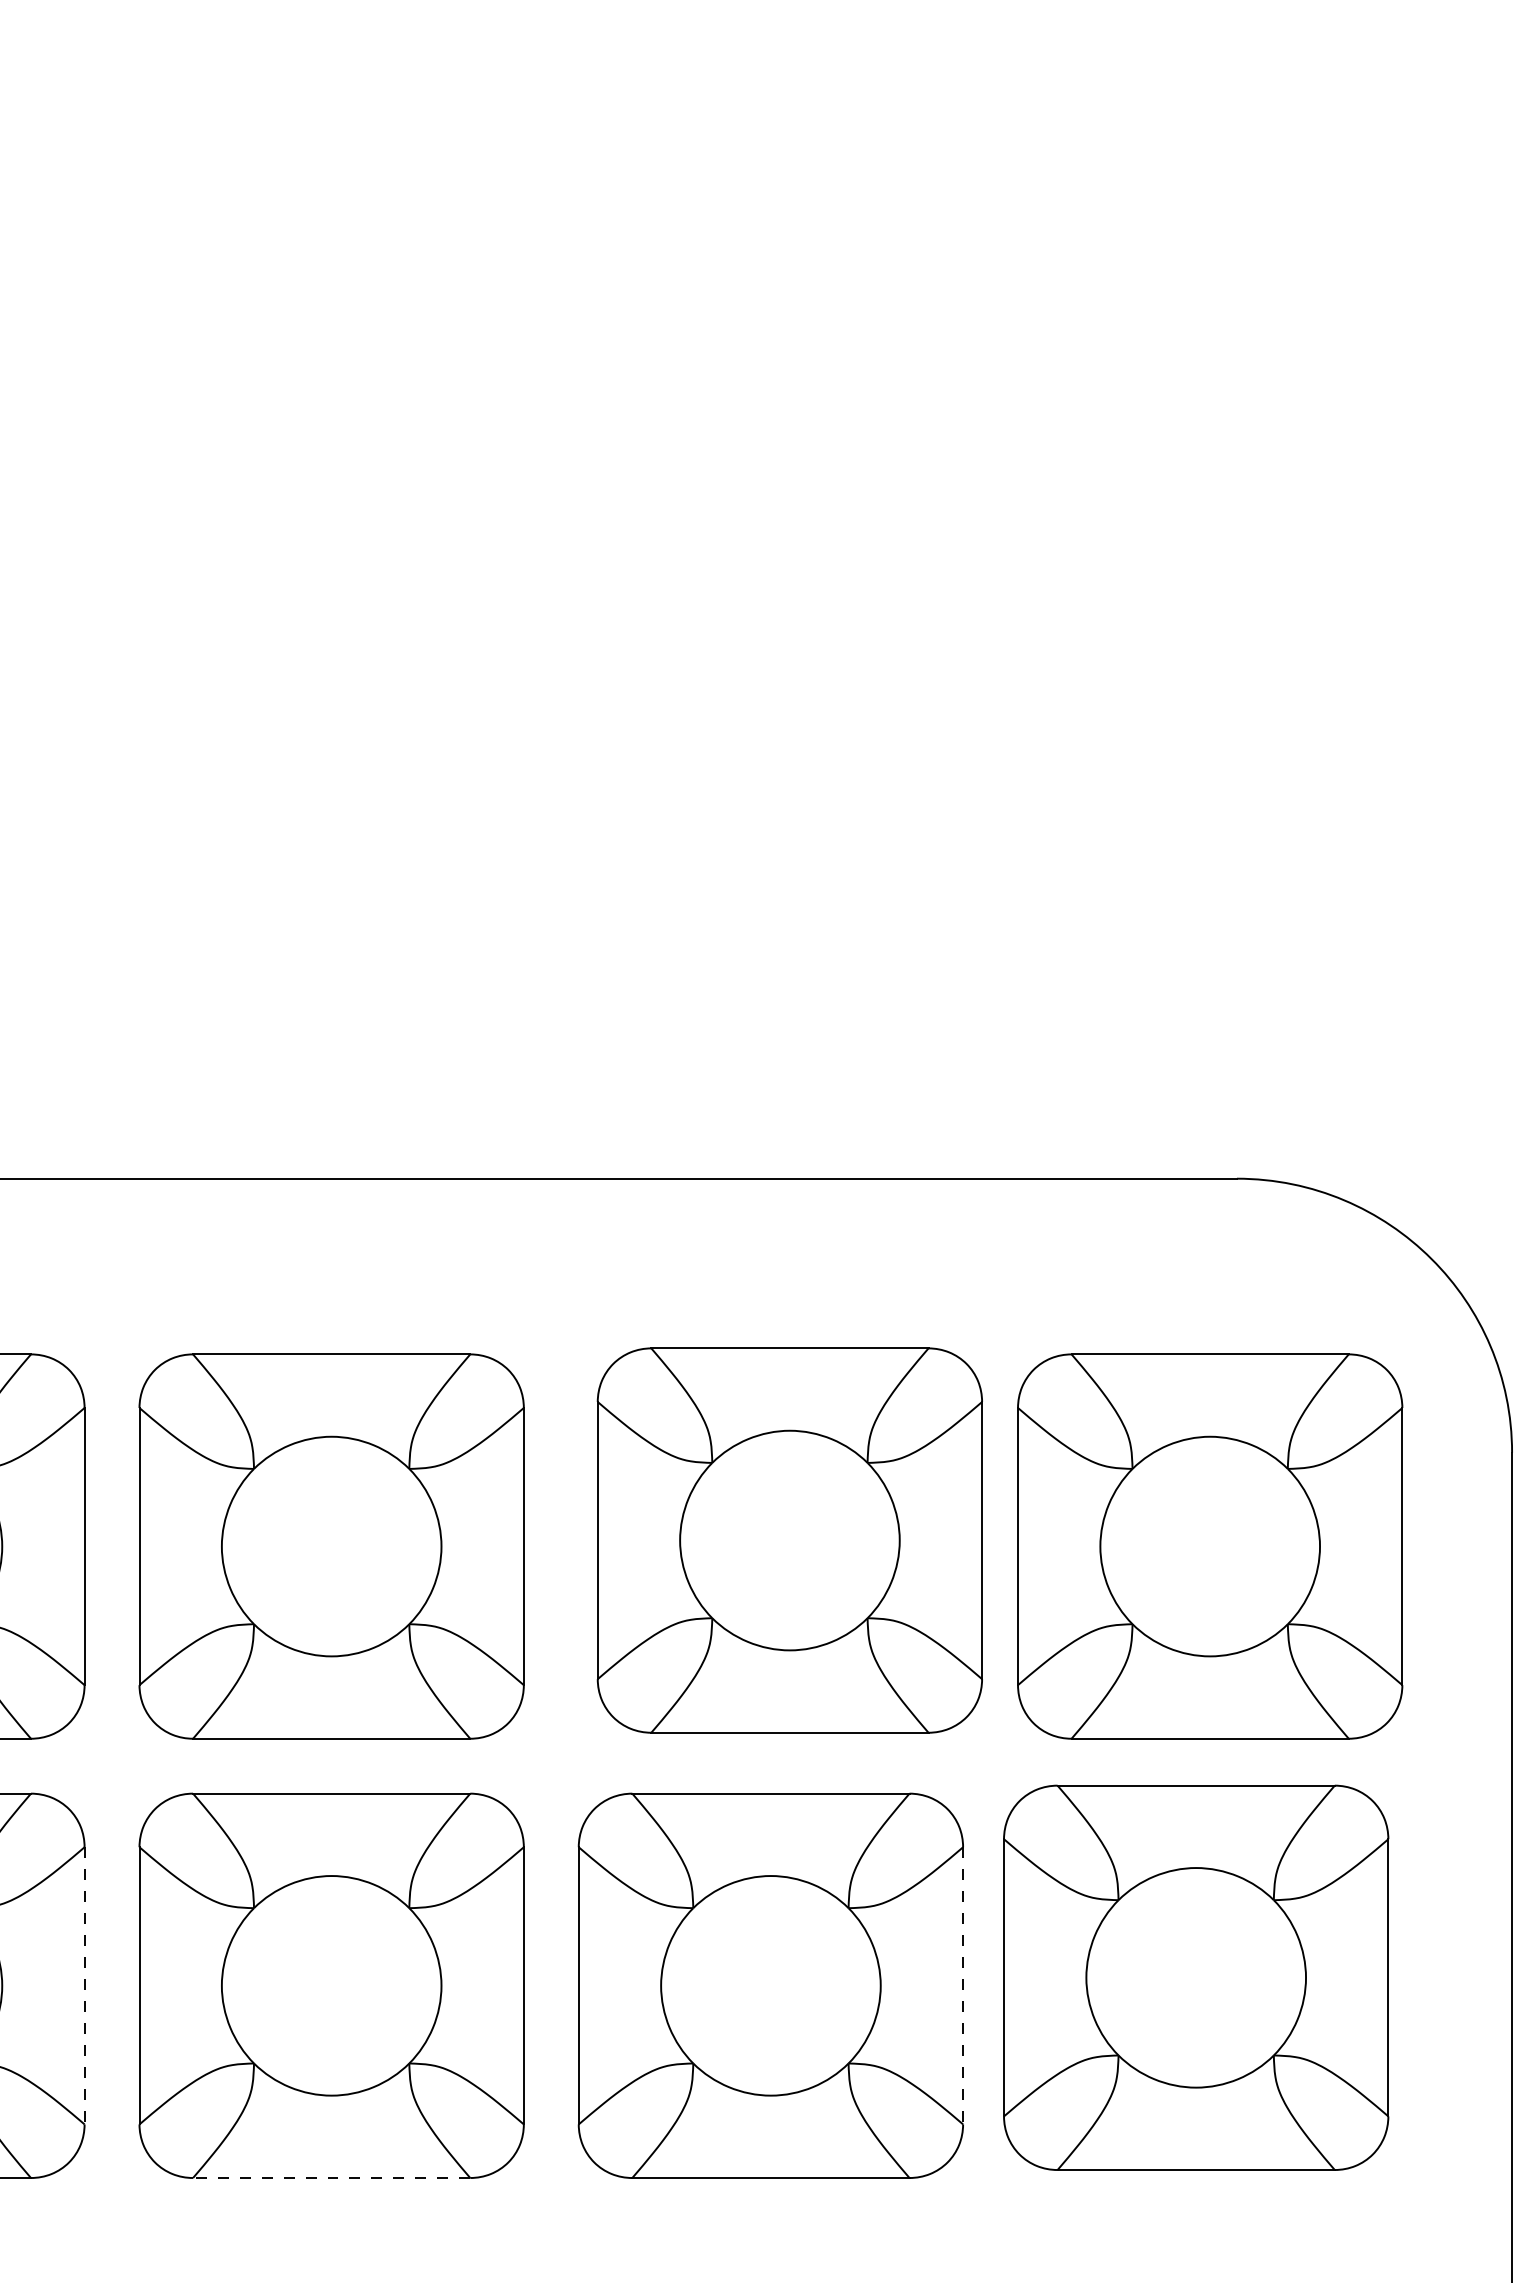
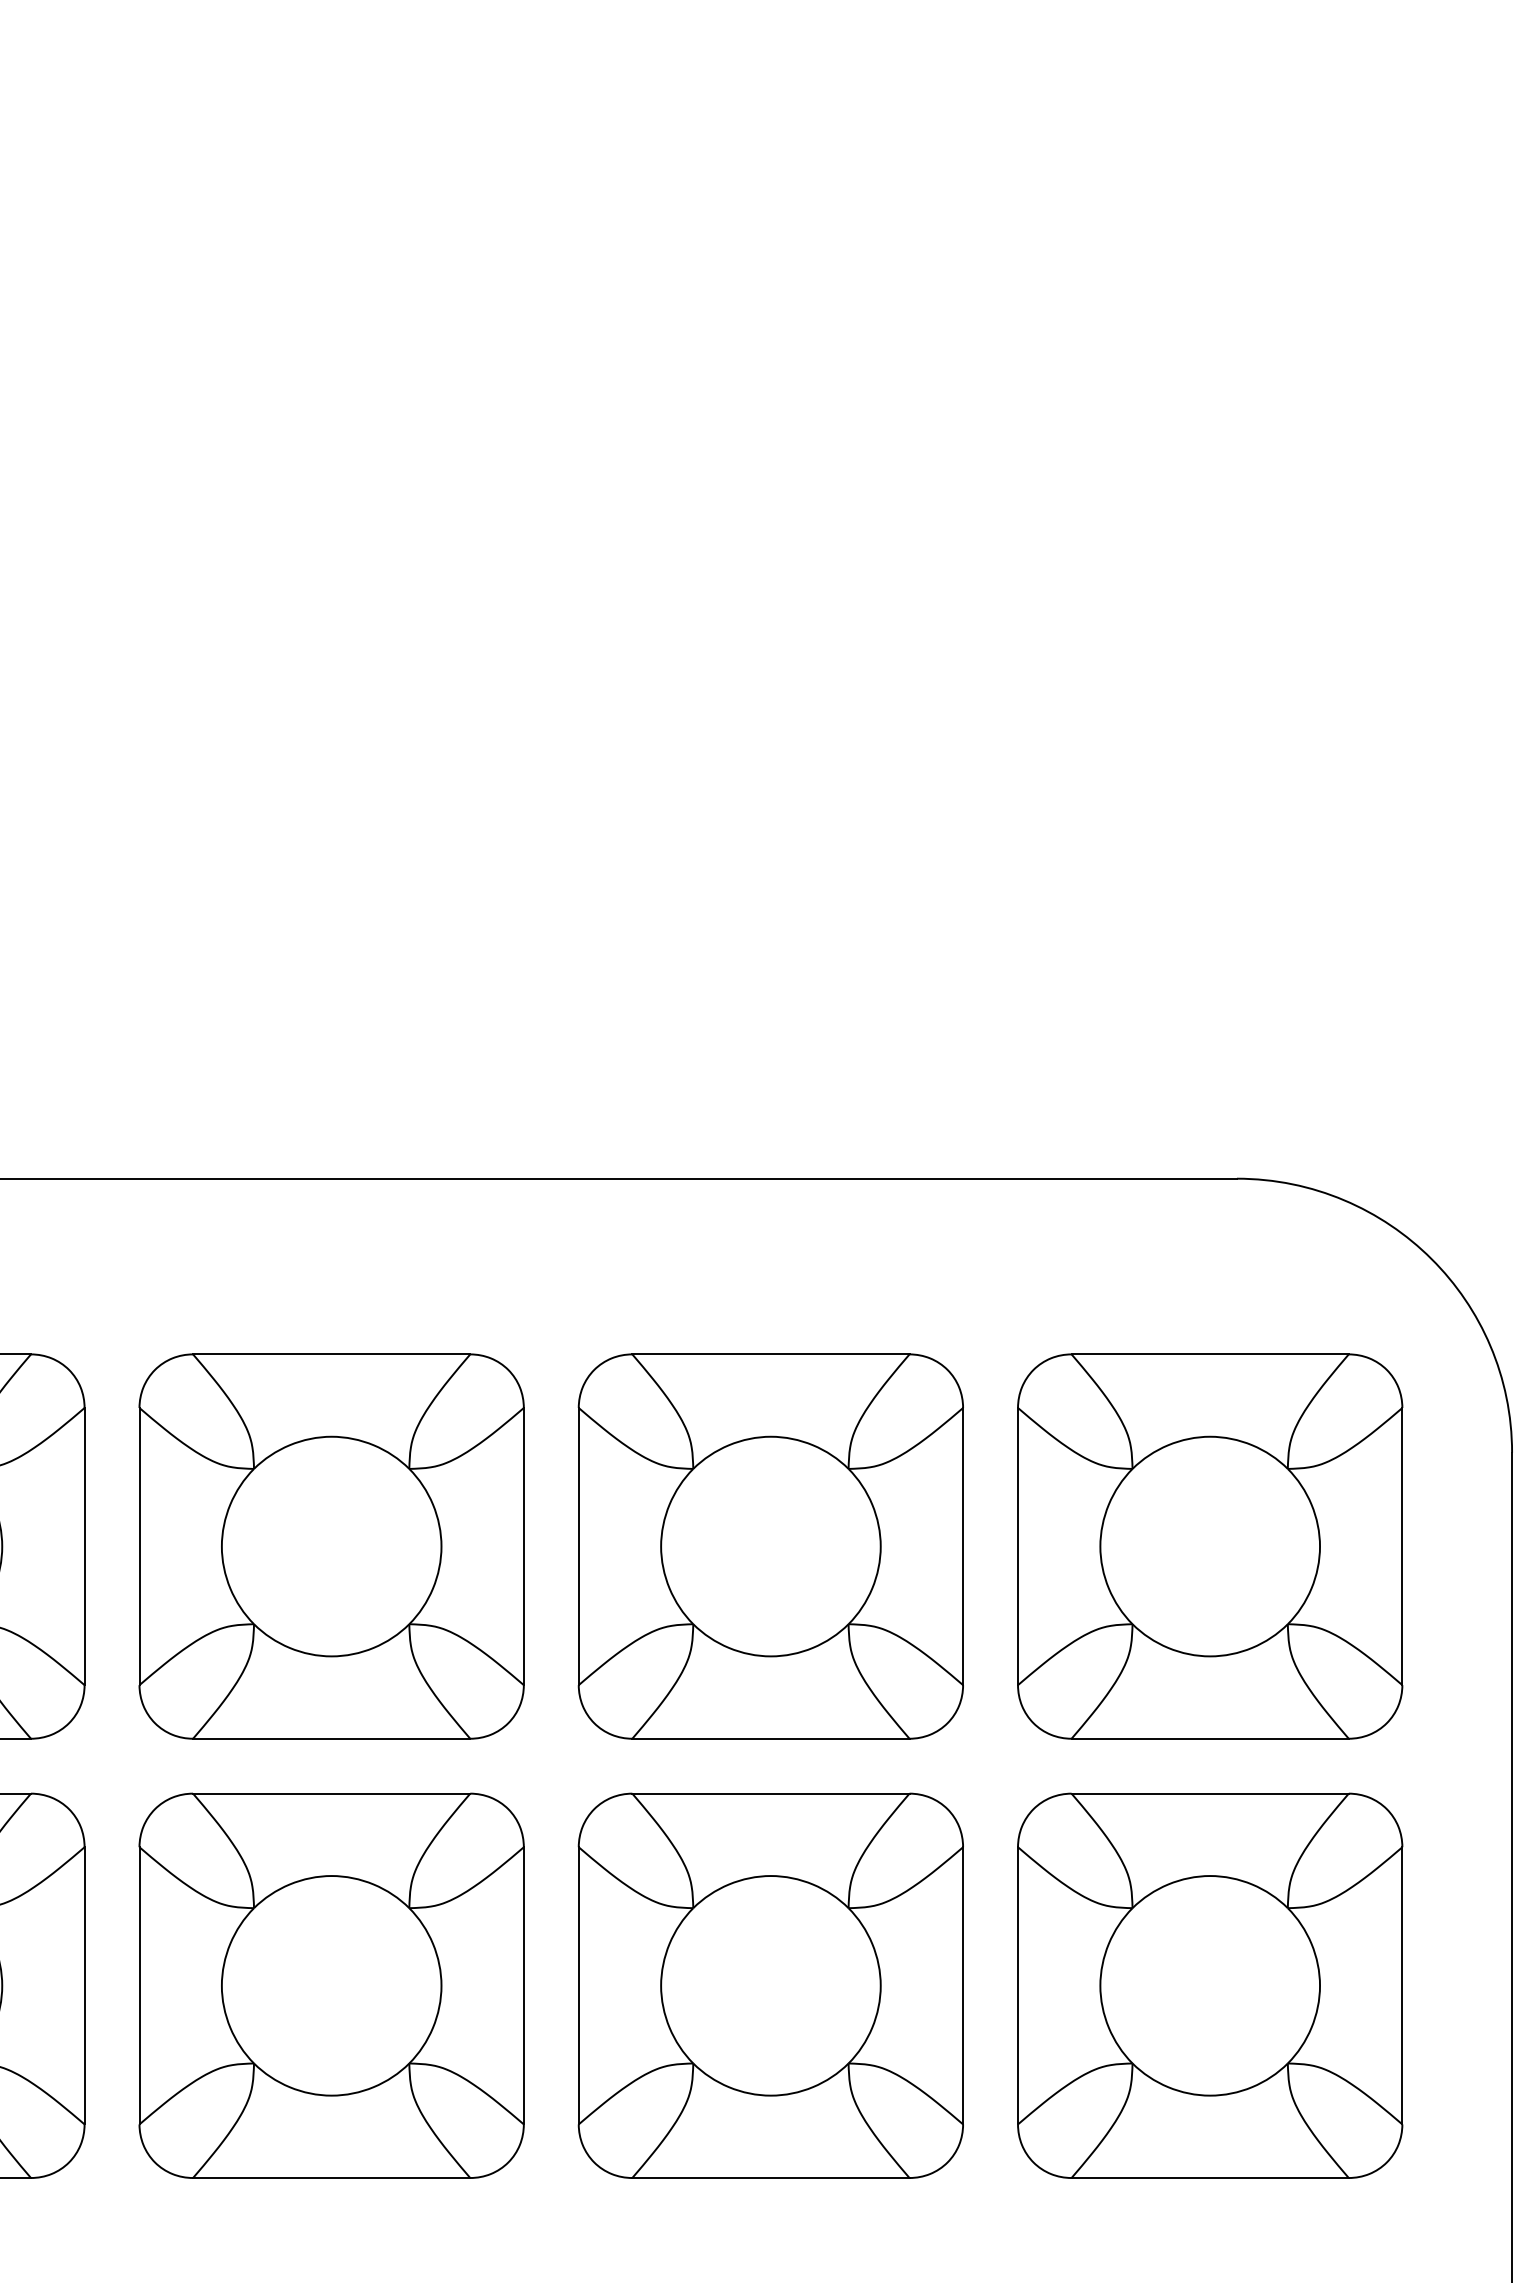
part at (789, 1540) position: (789, 1540) -> (770, 1546)
part at (1196, 1977) position: (1196, 1977) -> (1210, 1985)
line at (84, 1985): dashed -> solid
line at (963, 1985): dashed -> solid
line at (331, 2178): dashed -> solid
